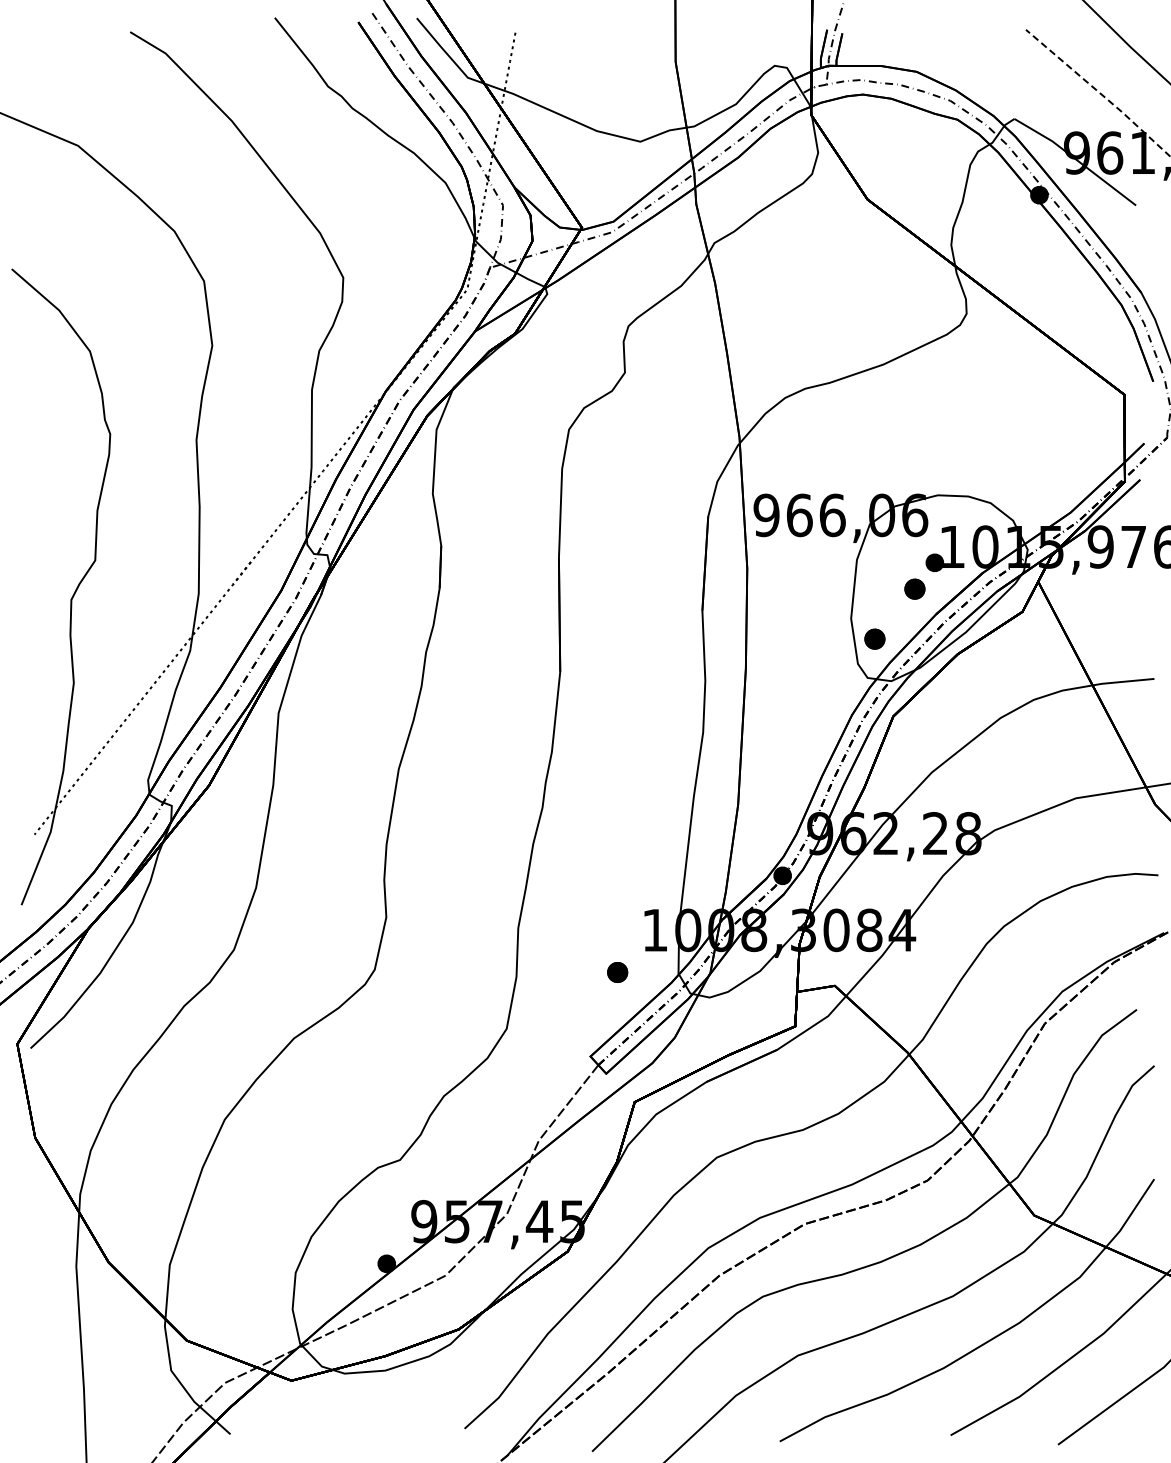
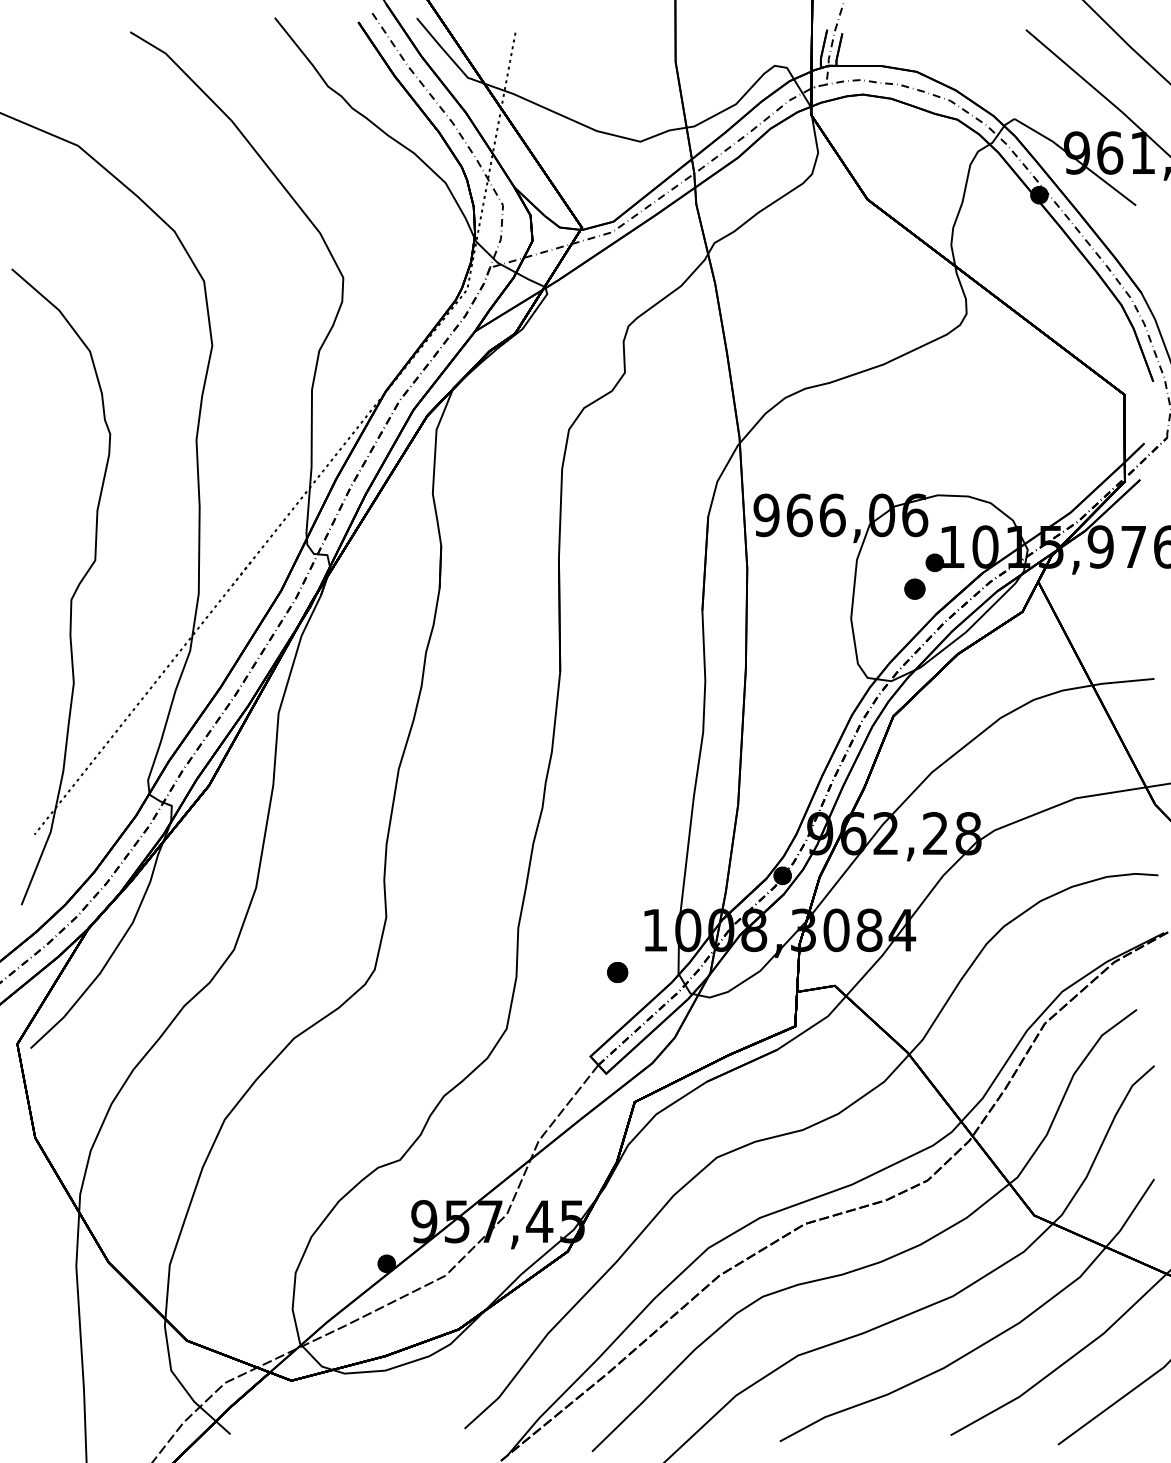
line at (1099, 92): dashed -> solid
part at (874, 638): present -> none
